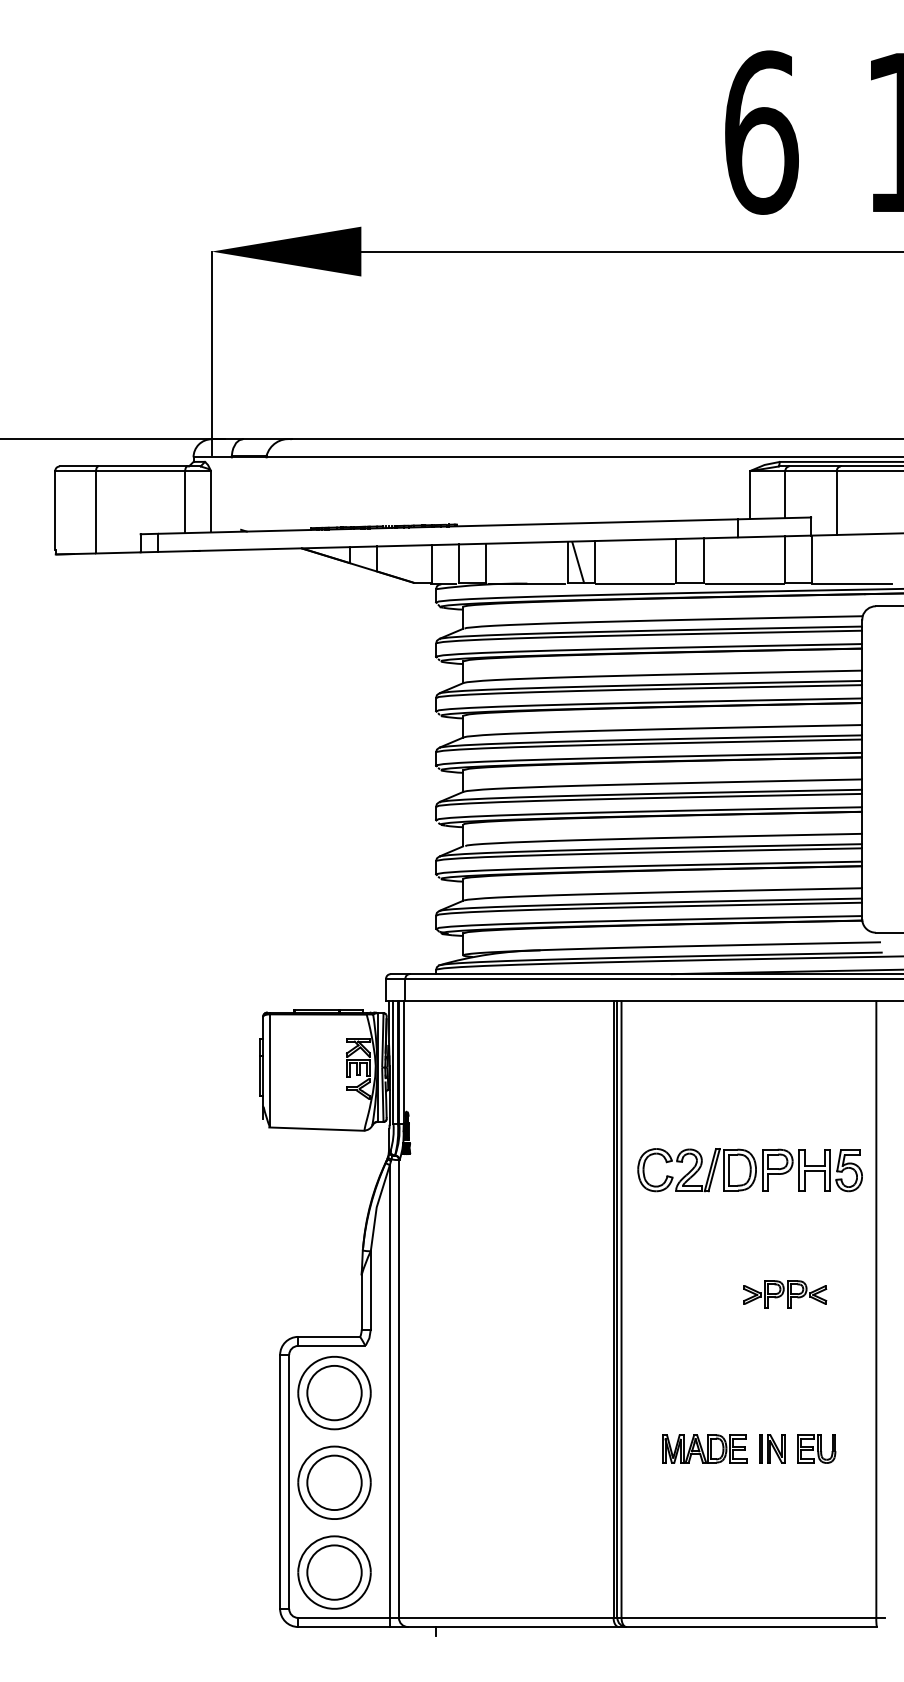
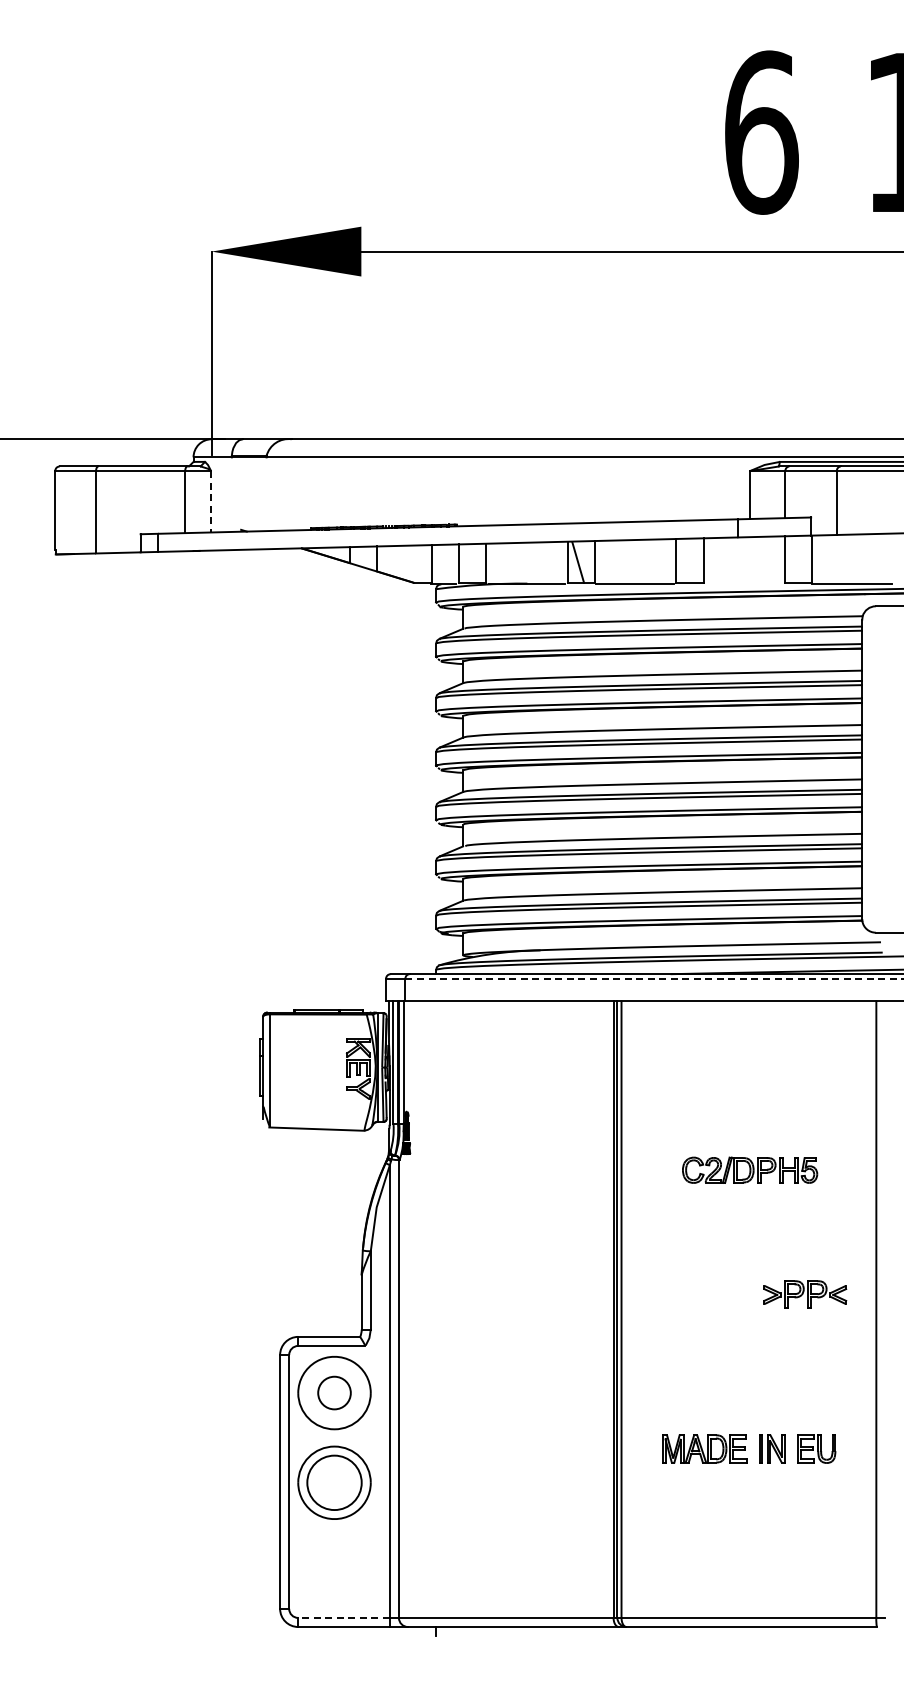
line at (211, 501): solid -> dashed
line at (744, 583): present -> none
line at (654, 978): solid -> dashed
part at (749, 1170) size: 226x45 px -> 137x28 px
part at (785, 1294) position: (785, 1294) -> (805, 1294)
circle at (334, 1392) diameter: 54 px -> 33 px
part at (334, 1572): present -> none
line at (344, 1617): solid -> dashed
